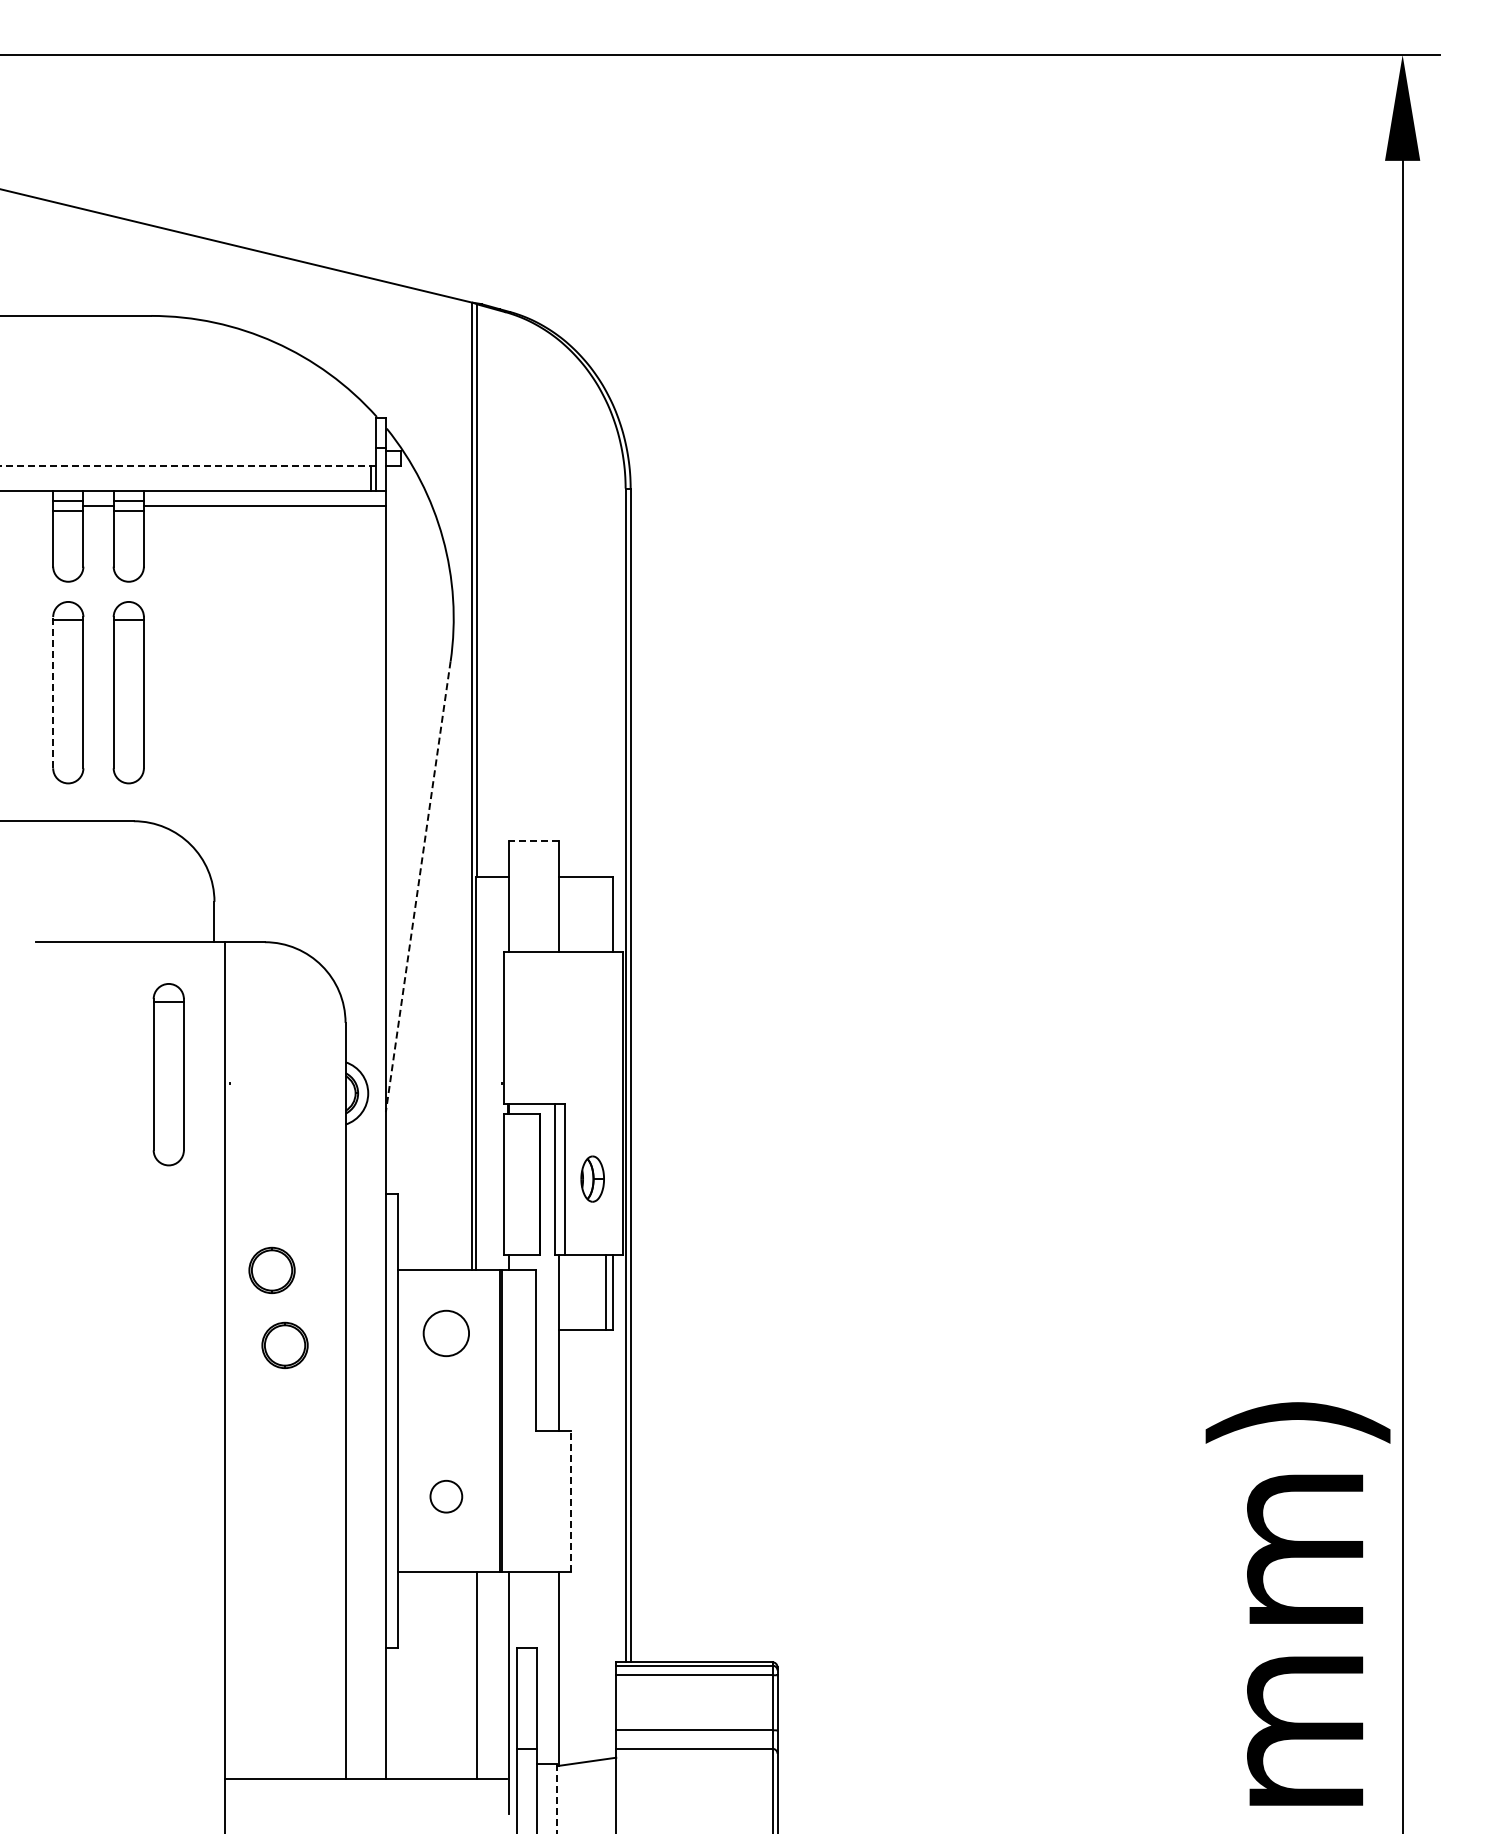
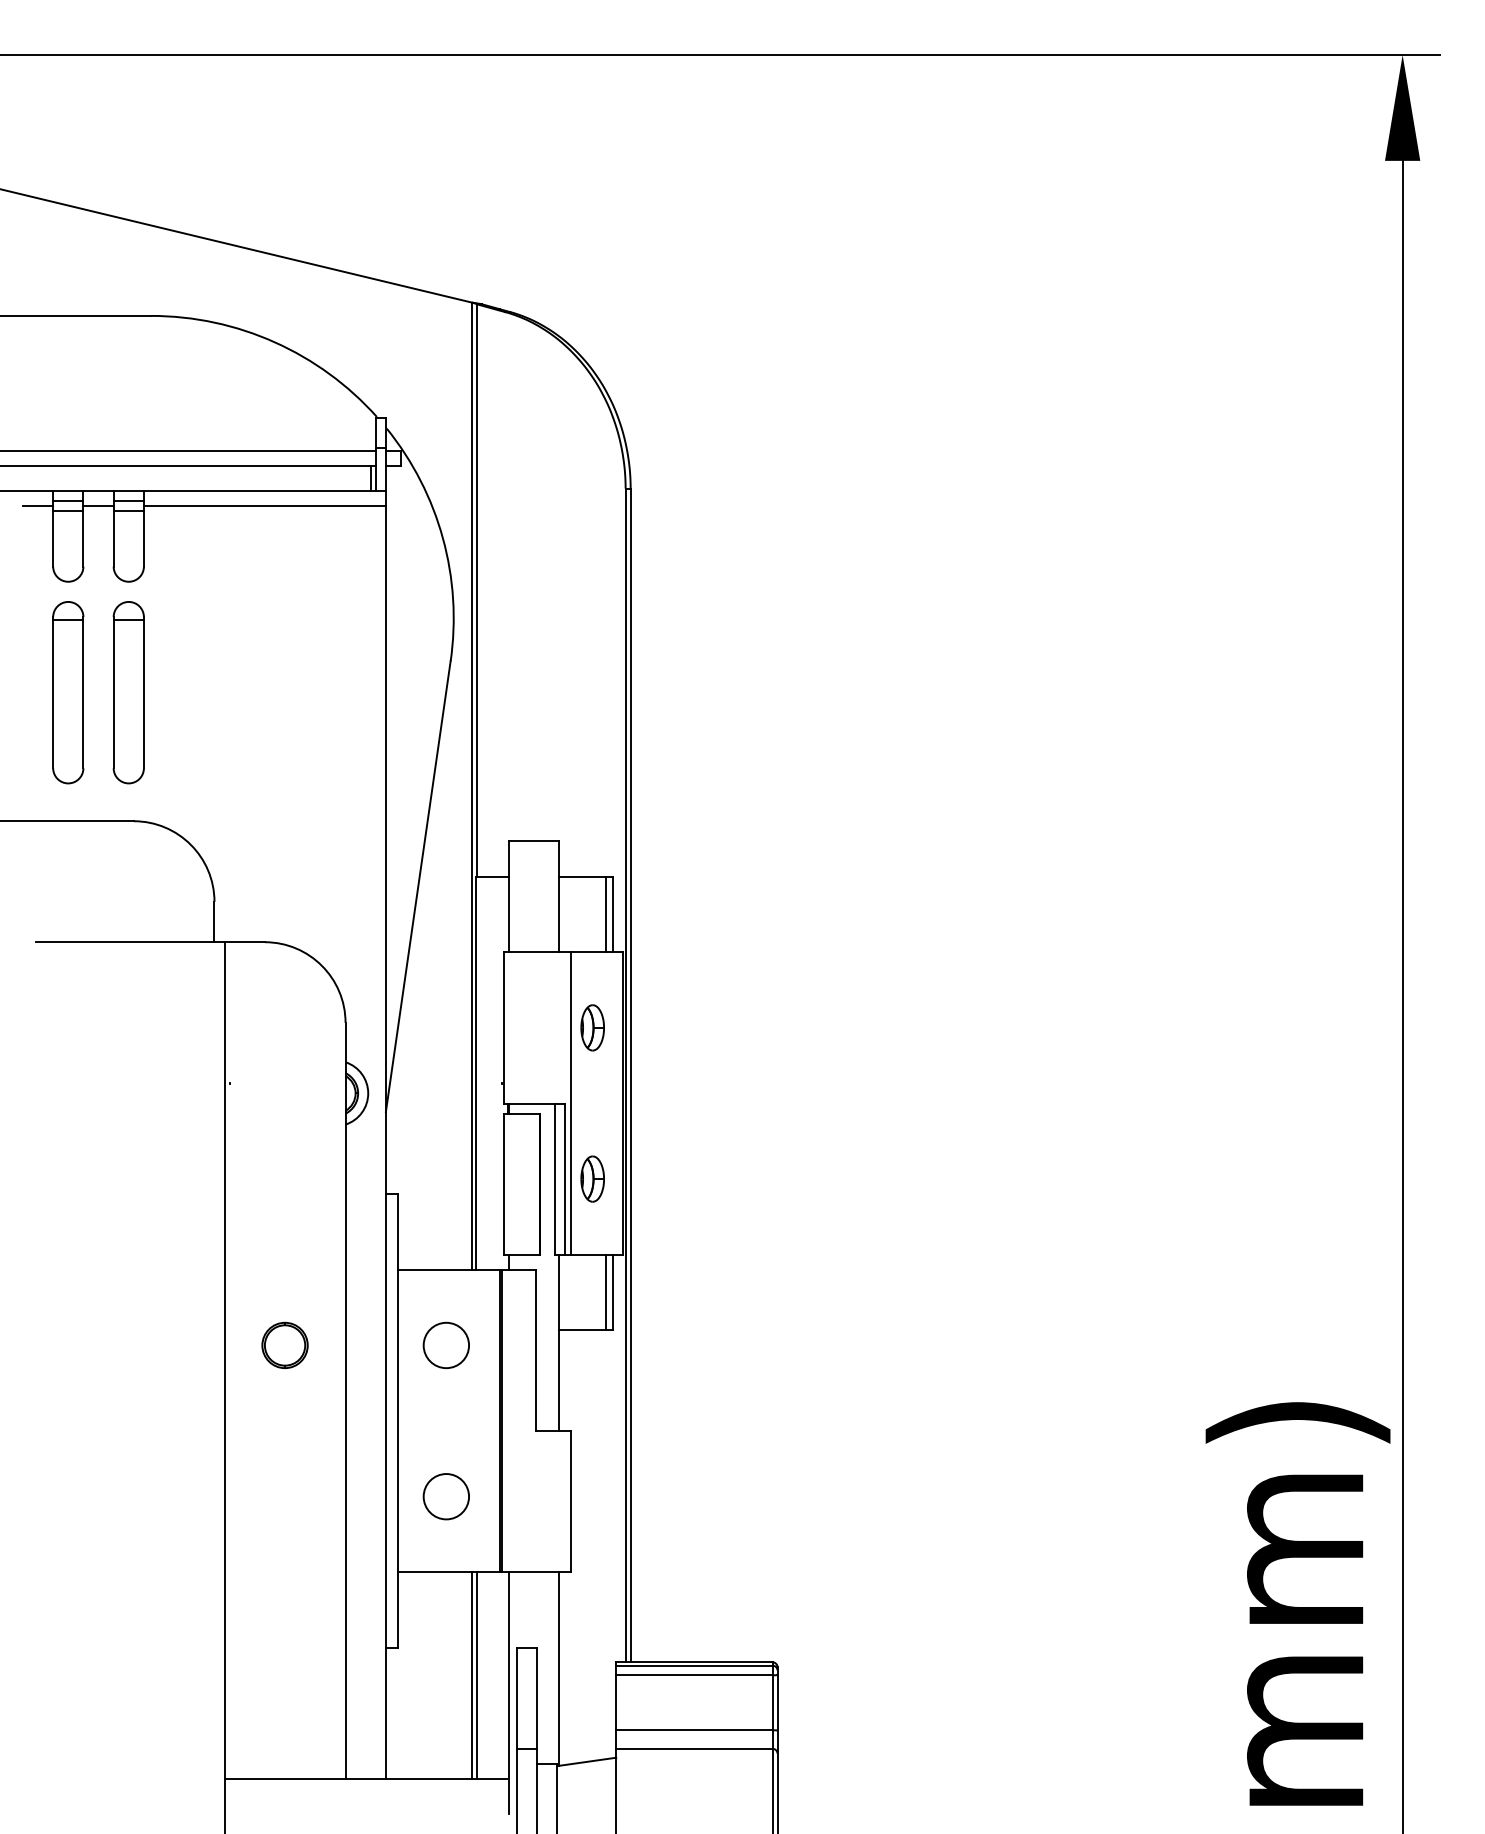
line at (188, 450): none -> present
line at (188, 465): dashed -> solid
line at (37, 506): none -> present
line at (53, 692): dashed -> solid
line at (533, 841): dashed -> solid
line at (418, 886): dashed -> solid
line at (606, 914): none -> present
part at (592, 1027): none -> present
part at (168, 1074): present -> none
line at (571, 1103): none -> present
part at (271, 1269): present -> none
circle at (445, 1333) position: (445, 1333) -> (445, 1345)
circle at (446, 1496) diameter: 32 px -> 45 px
line at (571, 1501): dashed -> solid
line at (472, 1675): none -> present
line at (557, 1798): dashed -> solid
